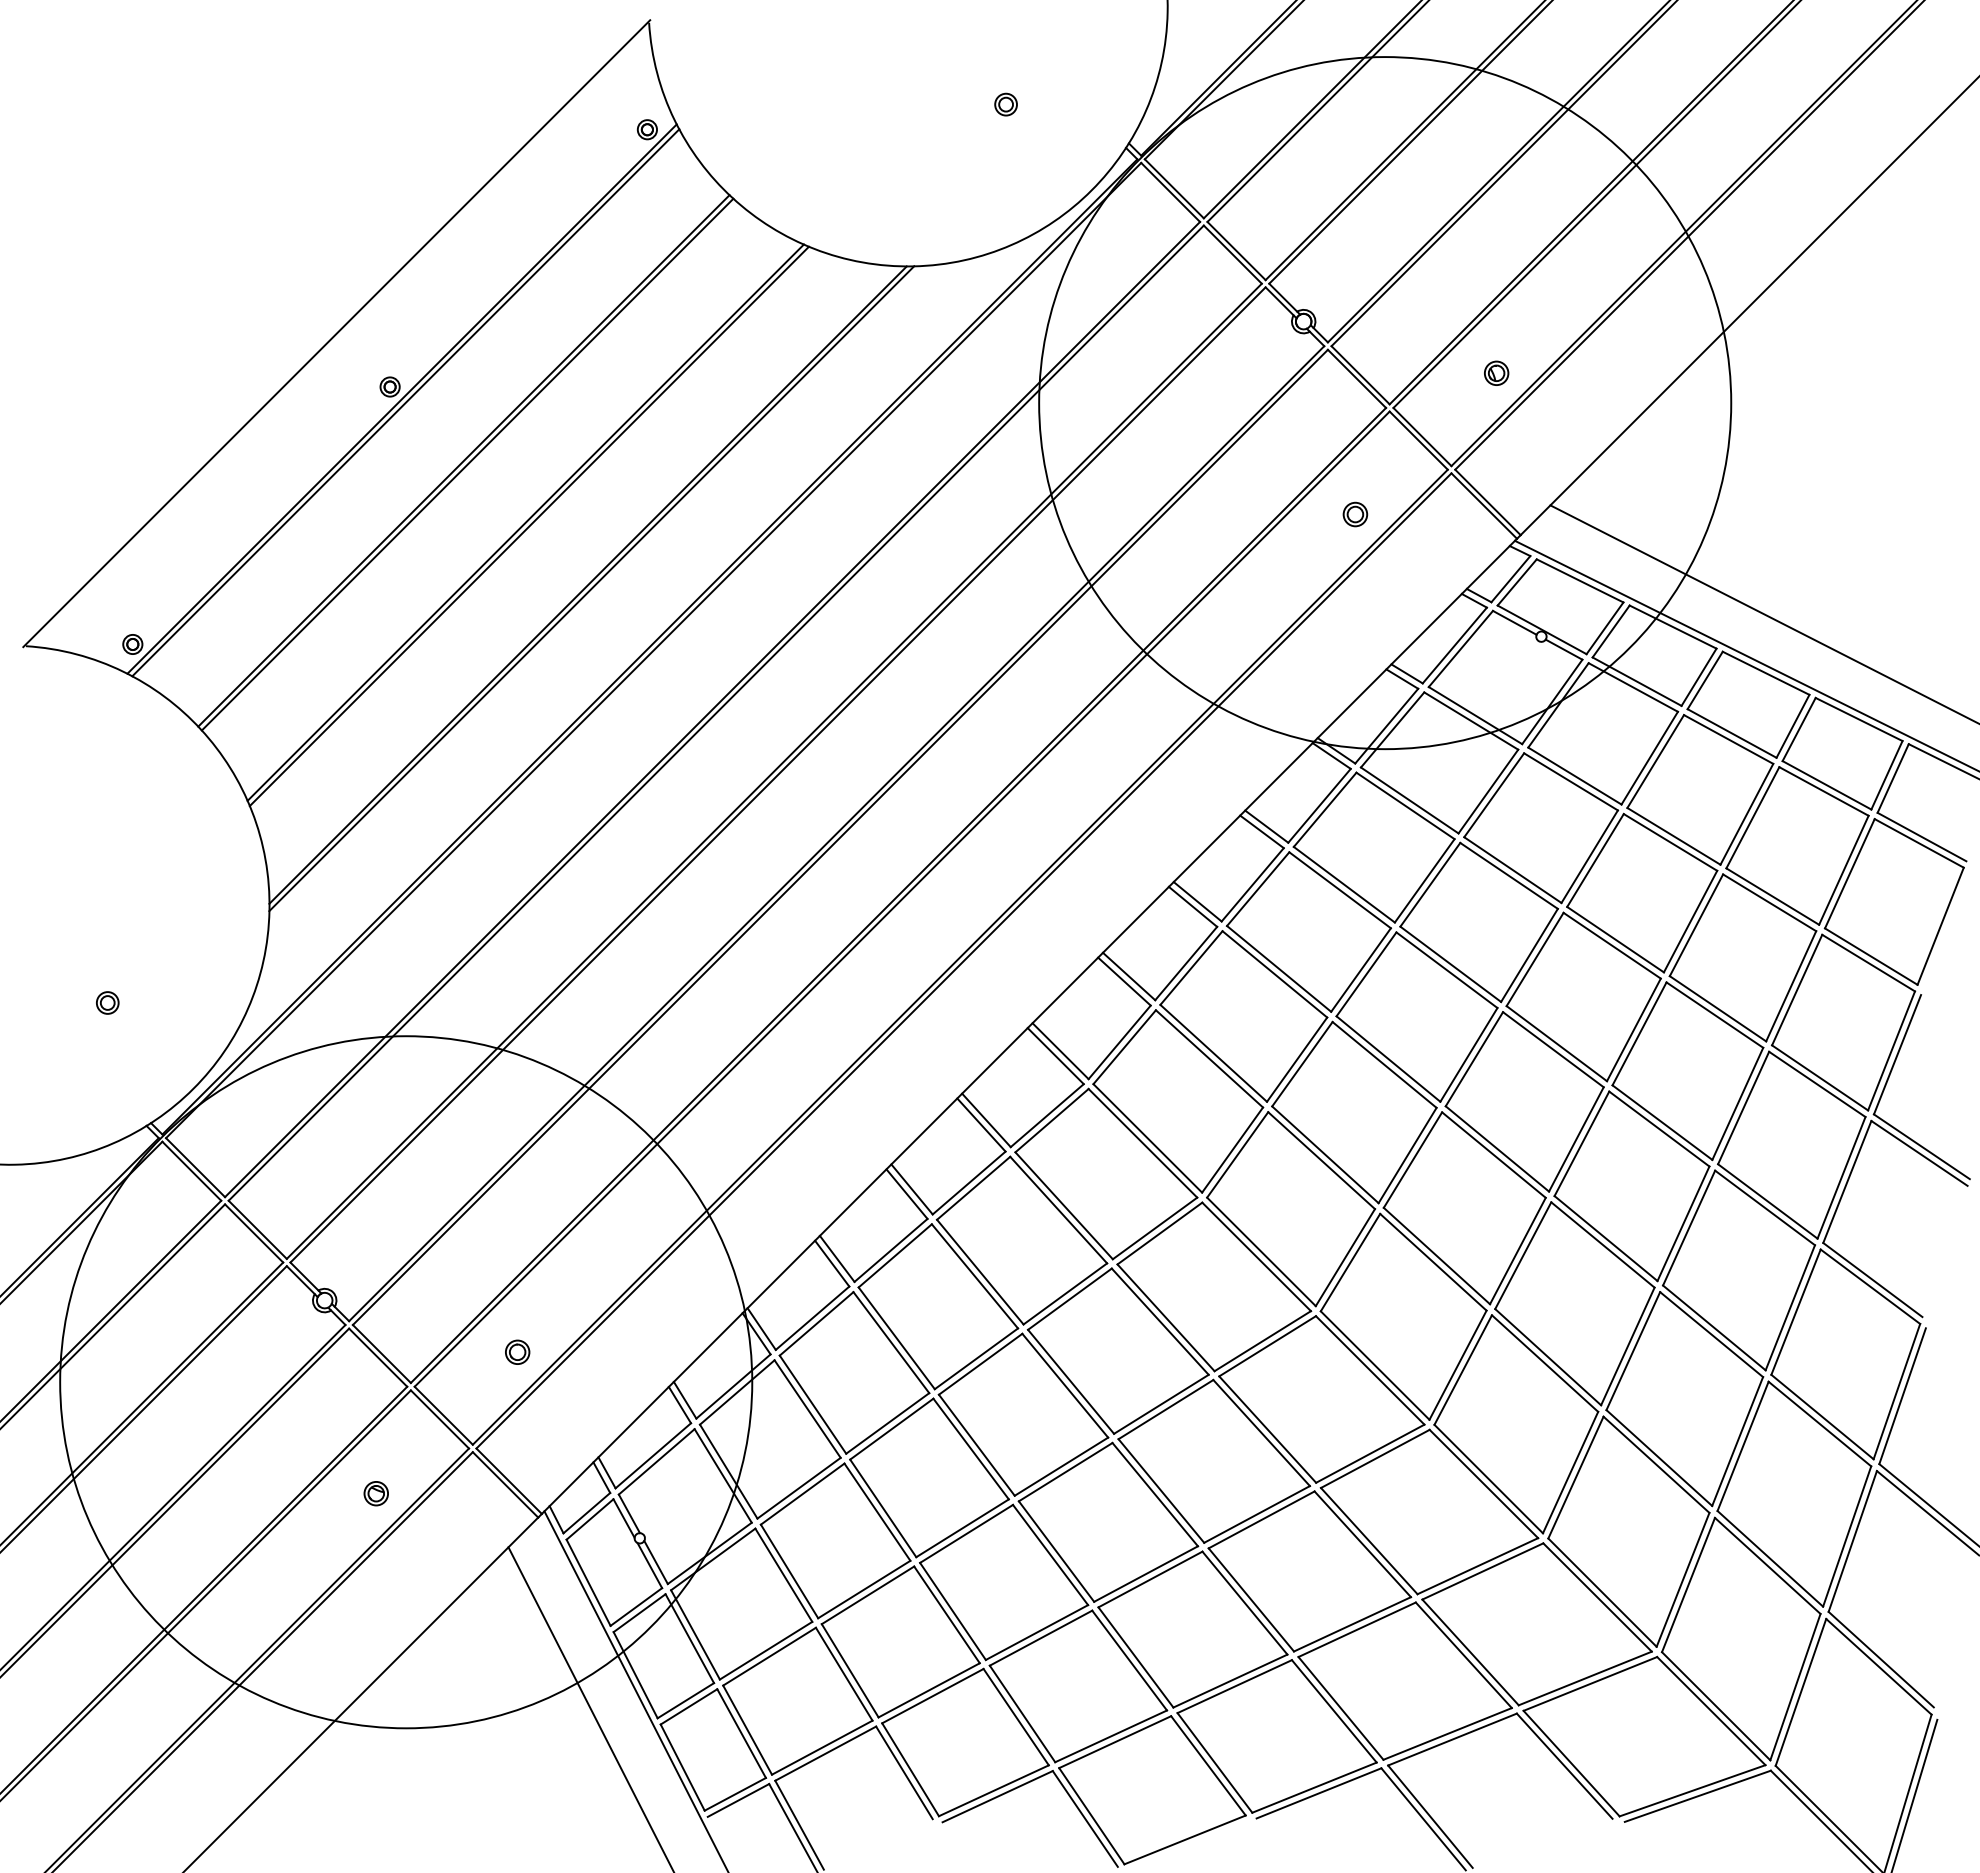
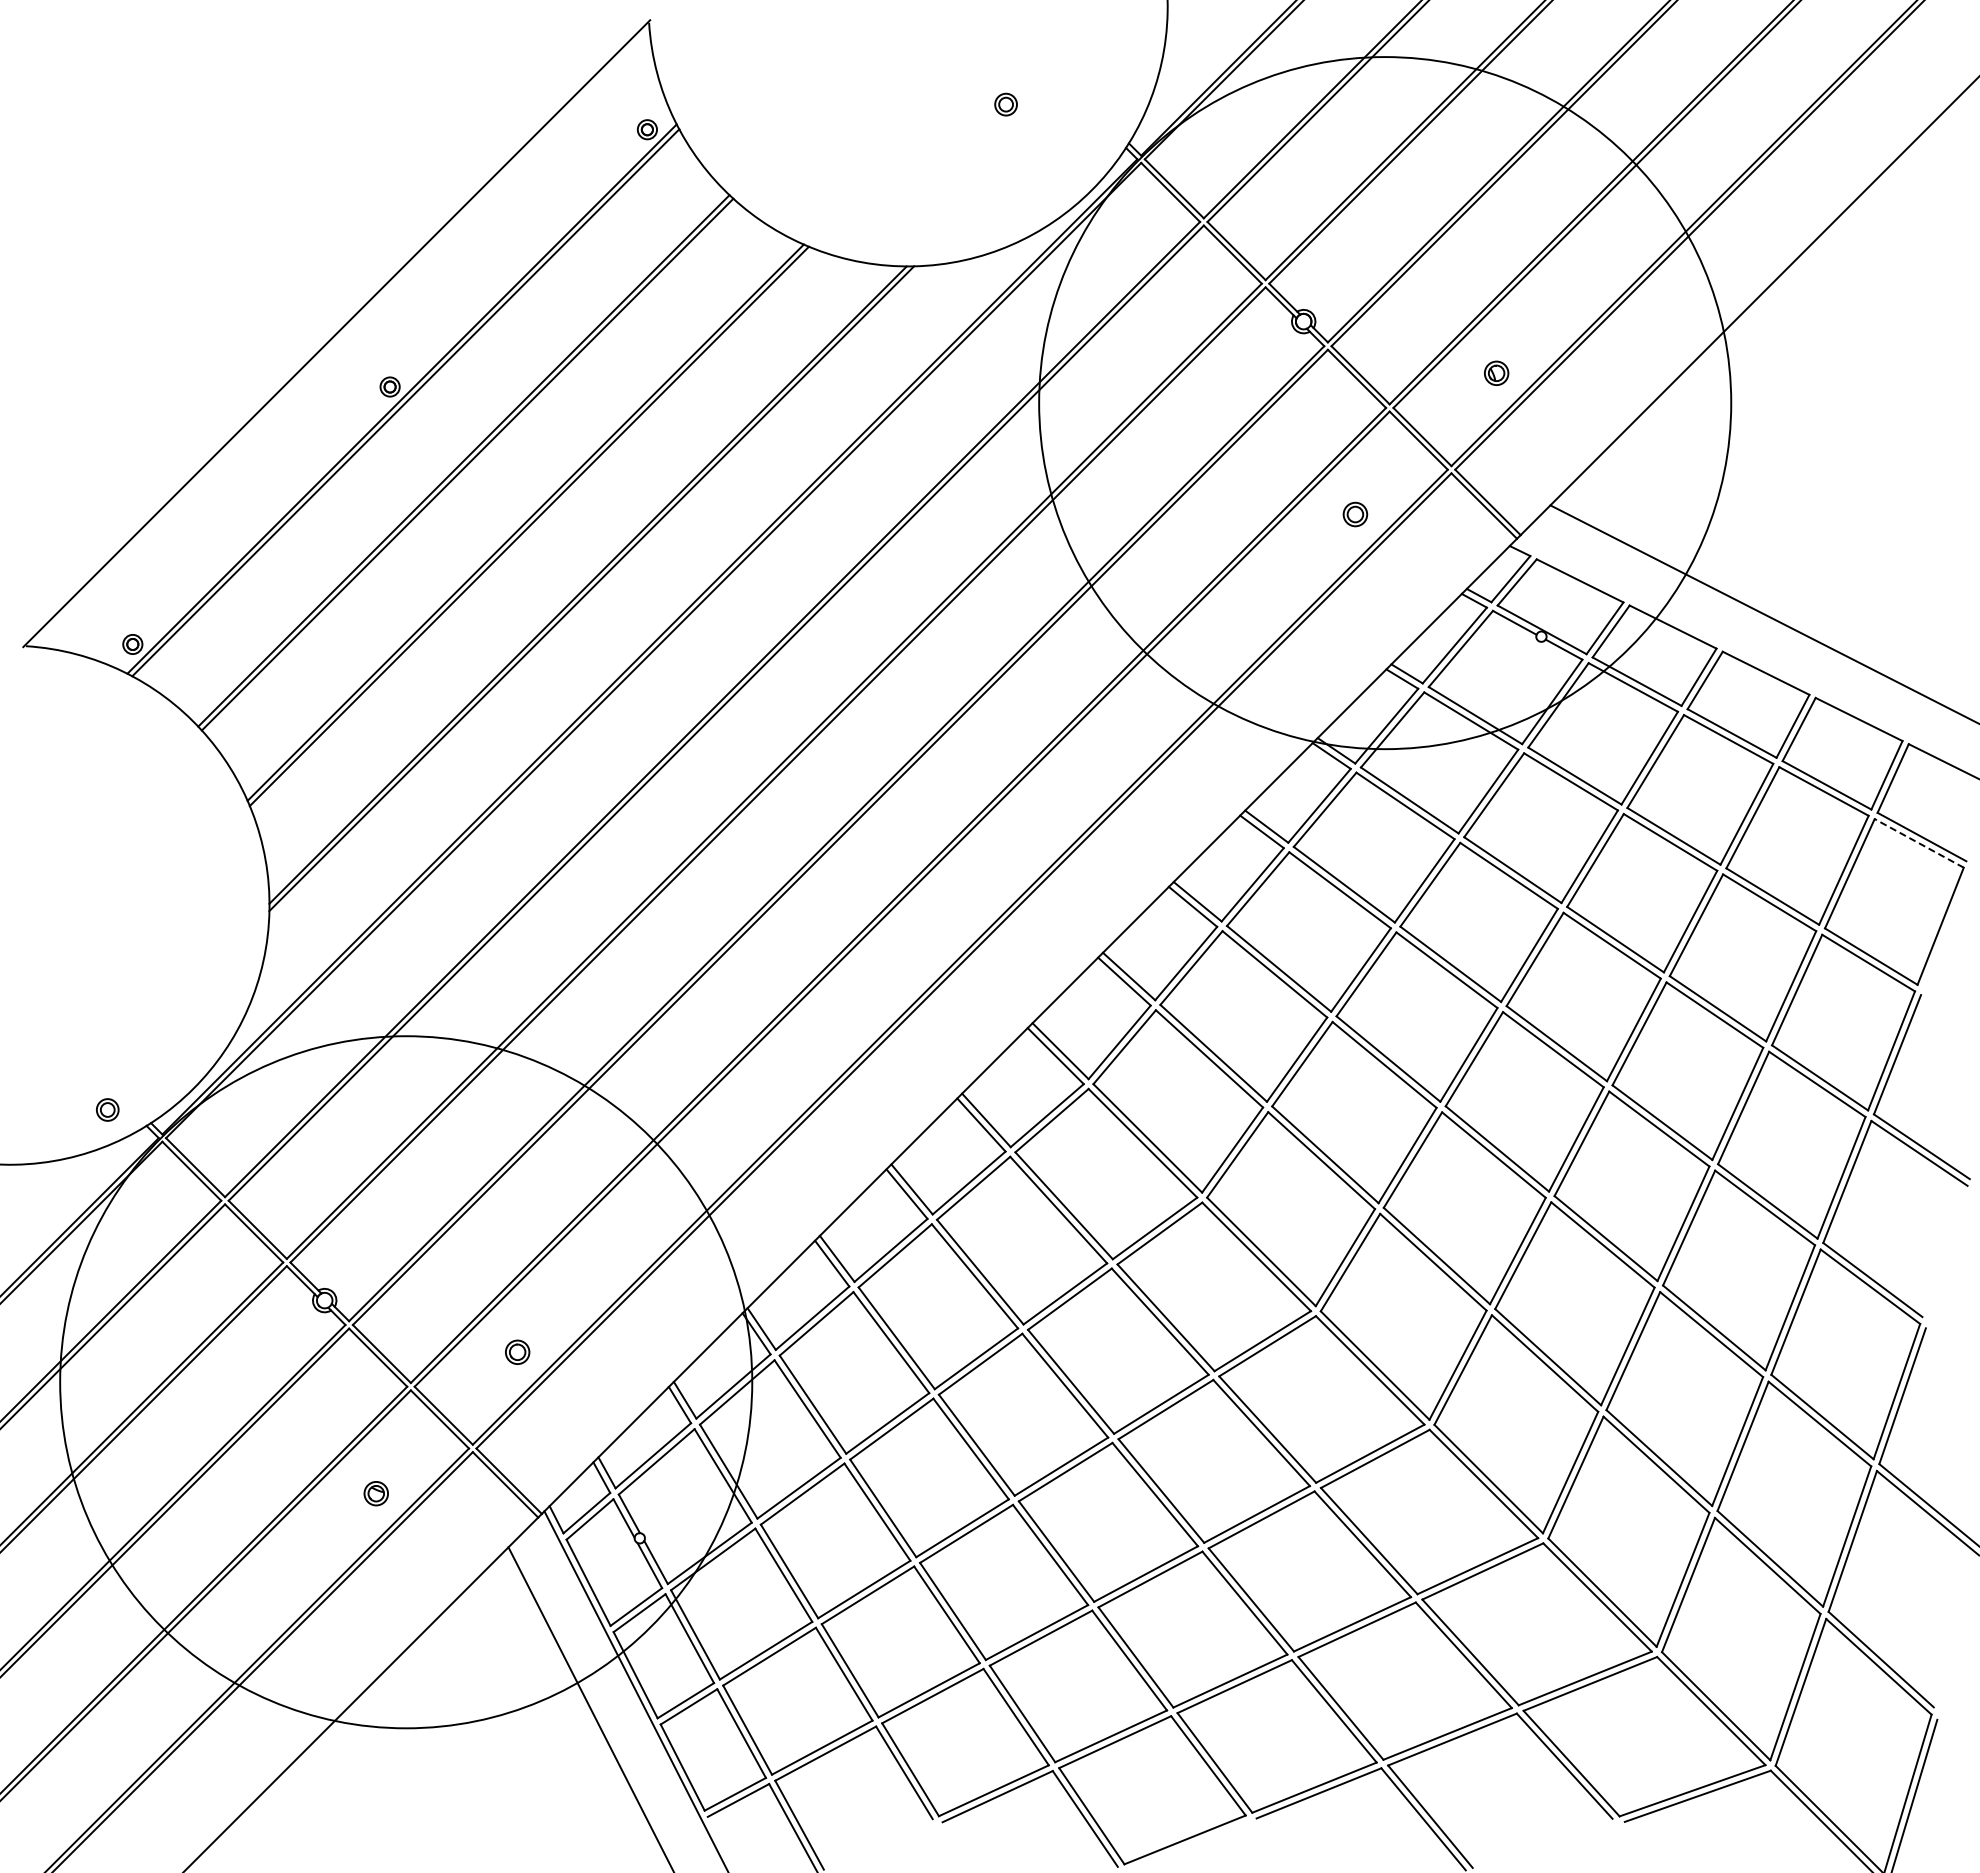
line at (1745, 655): present -> none
line at (1919, 843): solid -> dashed
part at (107, 1002) position: (107, 1002) -> (107, 1109)
